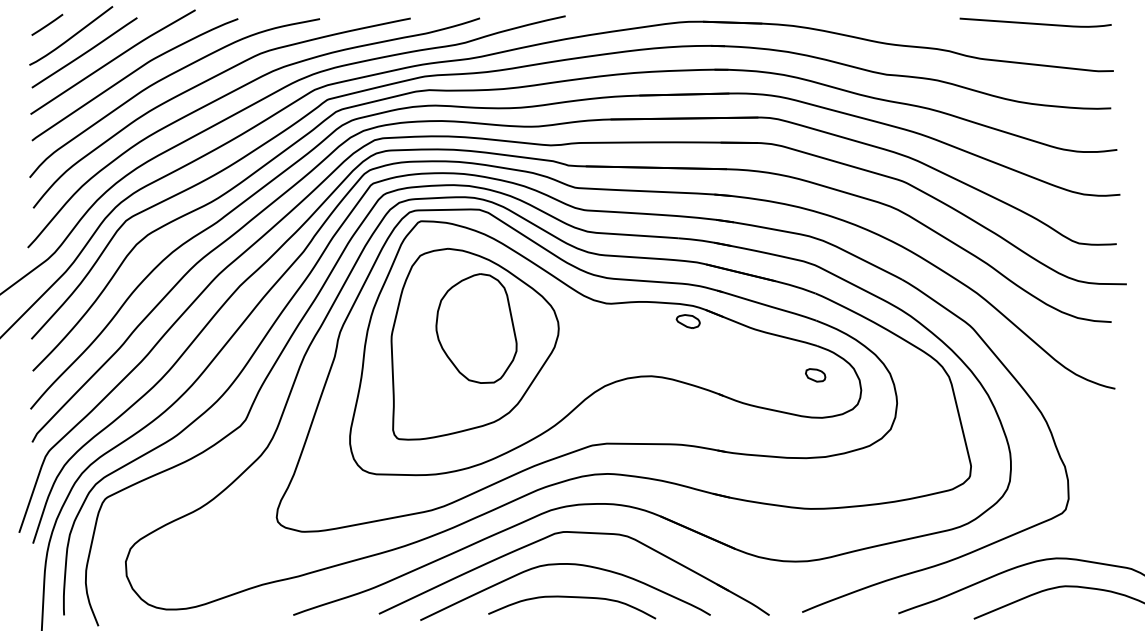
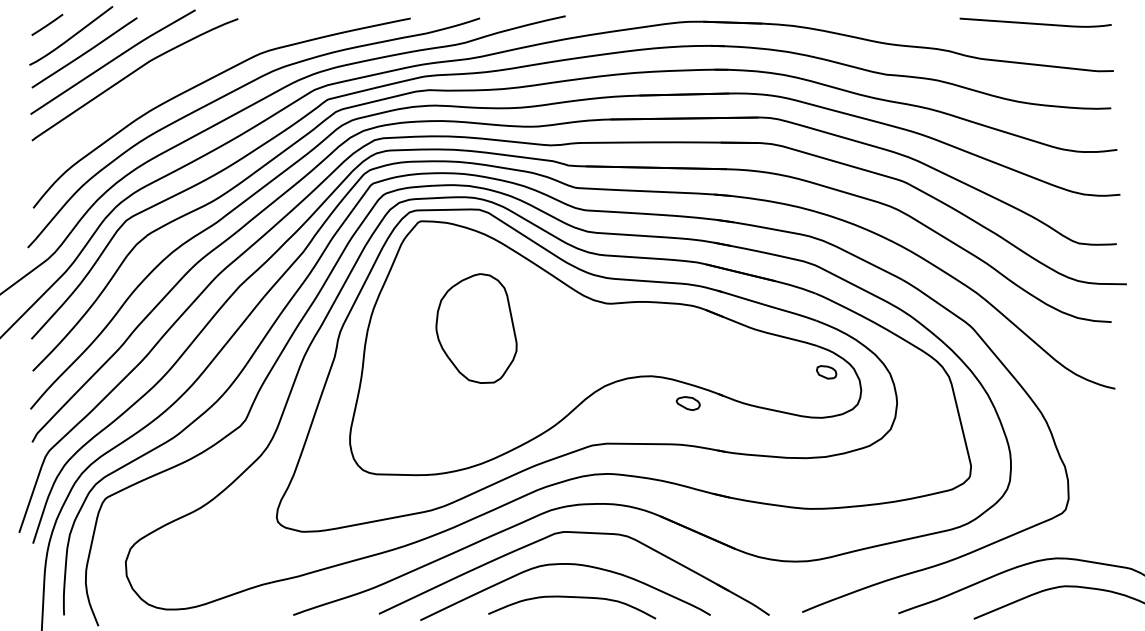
curve at (164, 79): present -> none
part at (687, 321) position: (687, 321) -> (687, 403)
part at (474, 343): present -> none
part at (815, 375) position: (815, 375) -> (826, 372)
